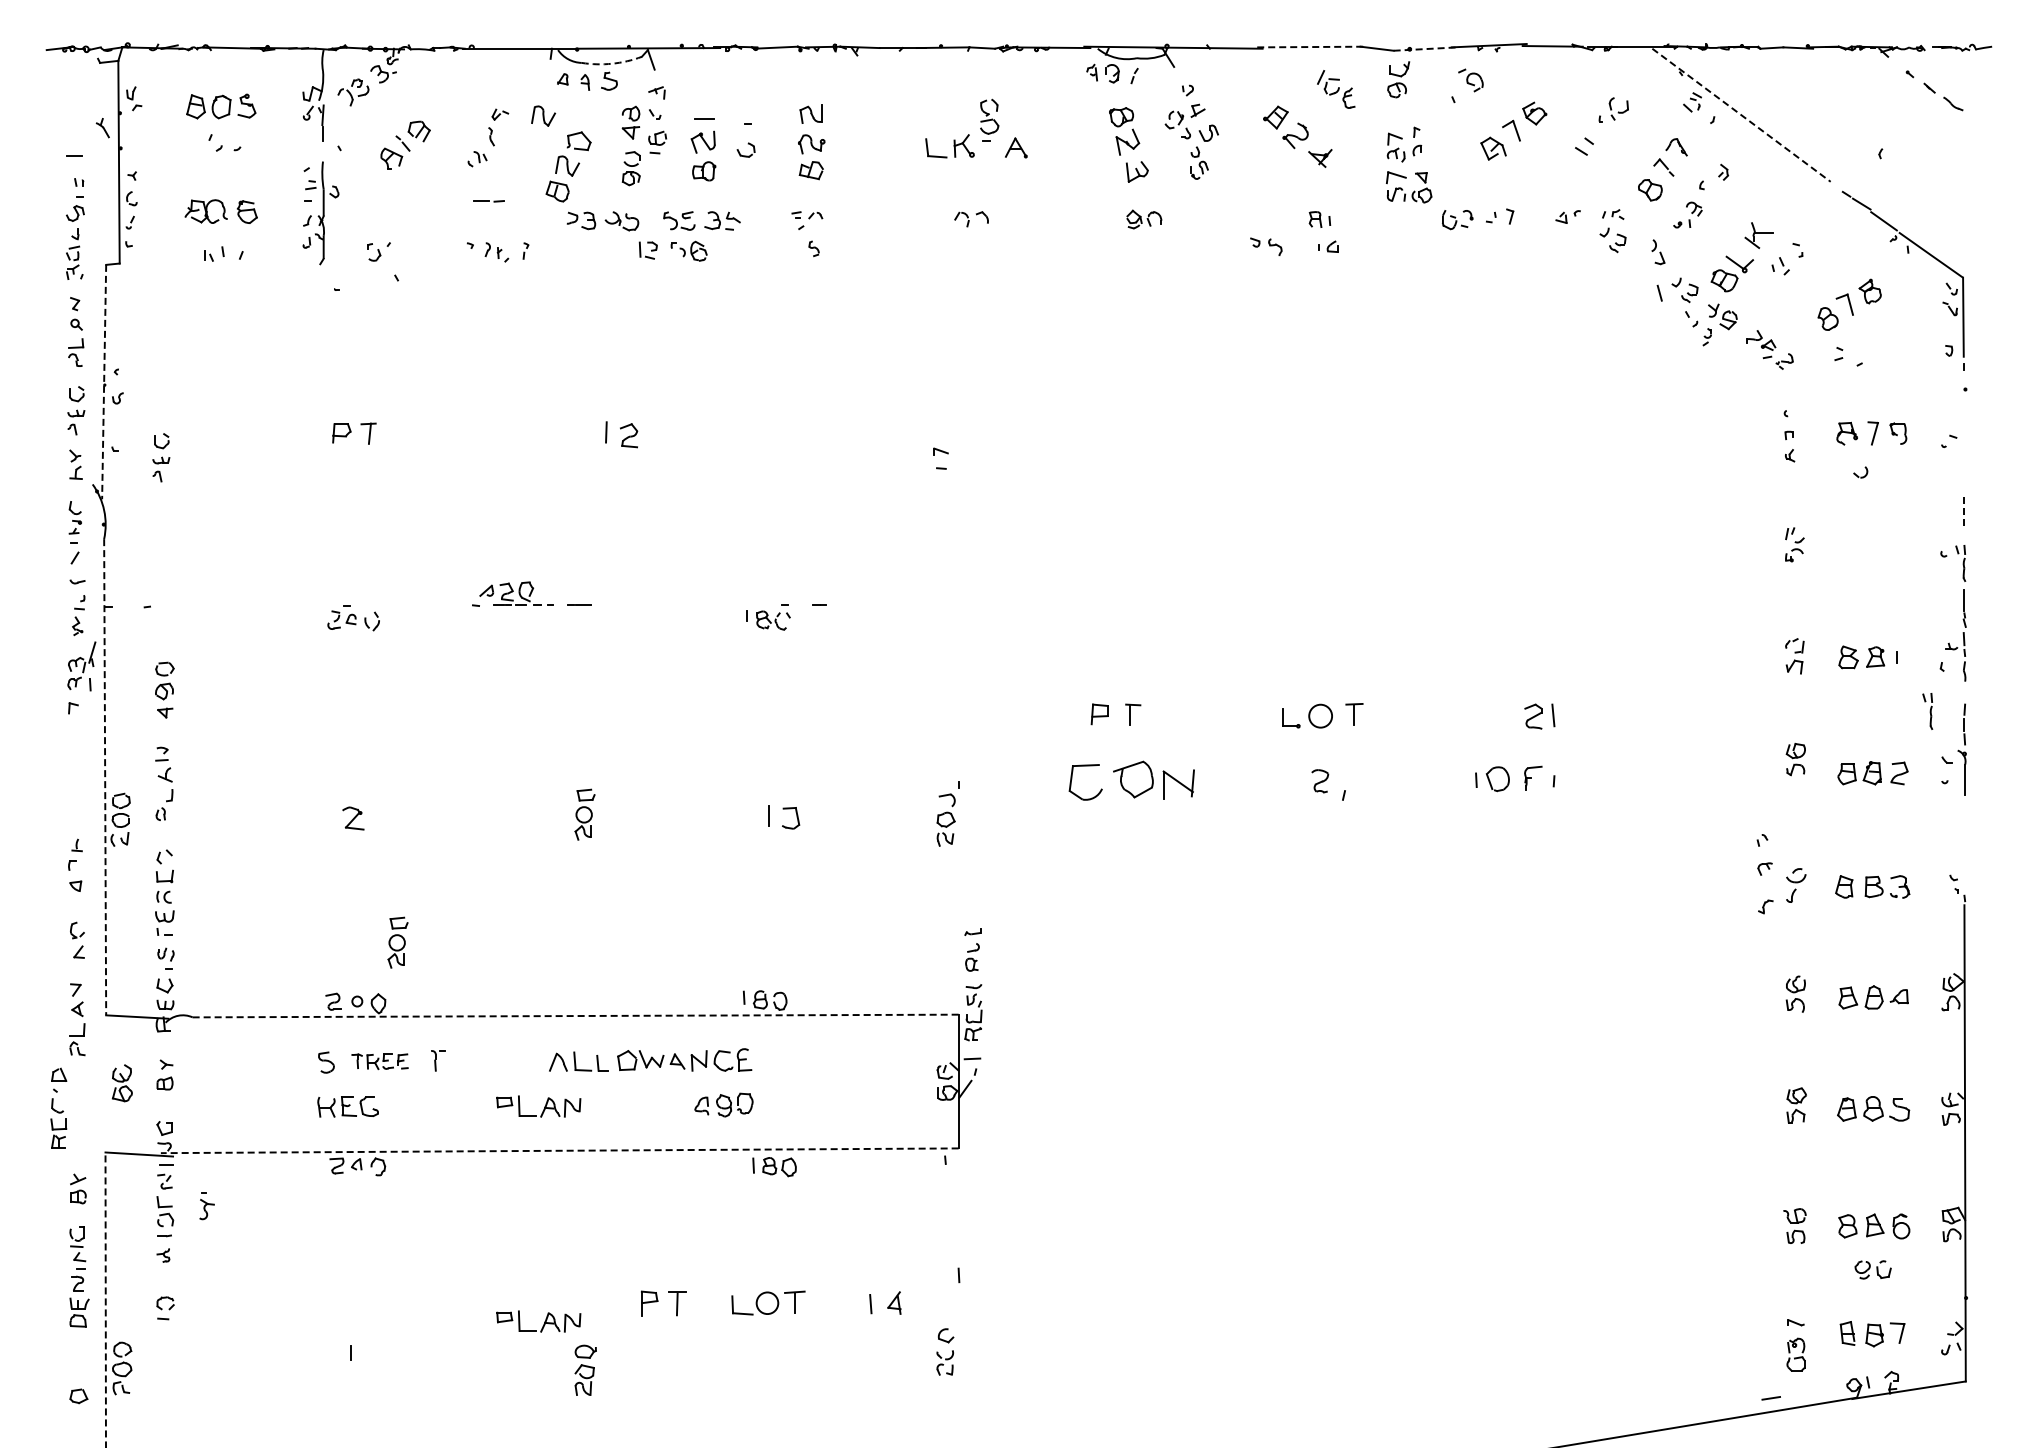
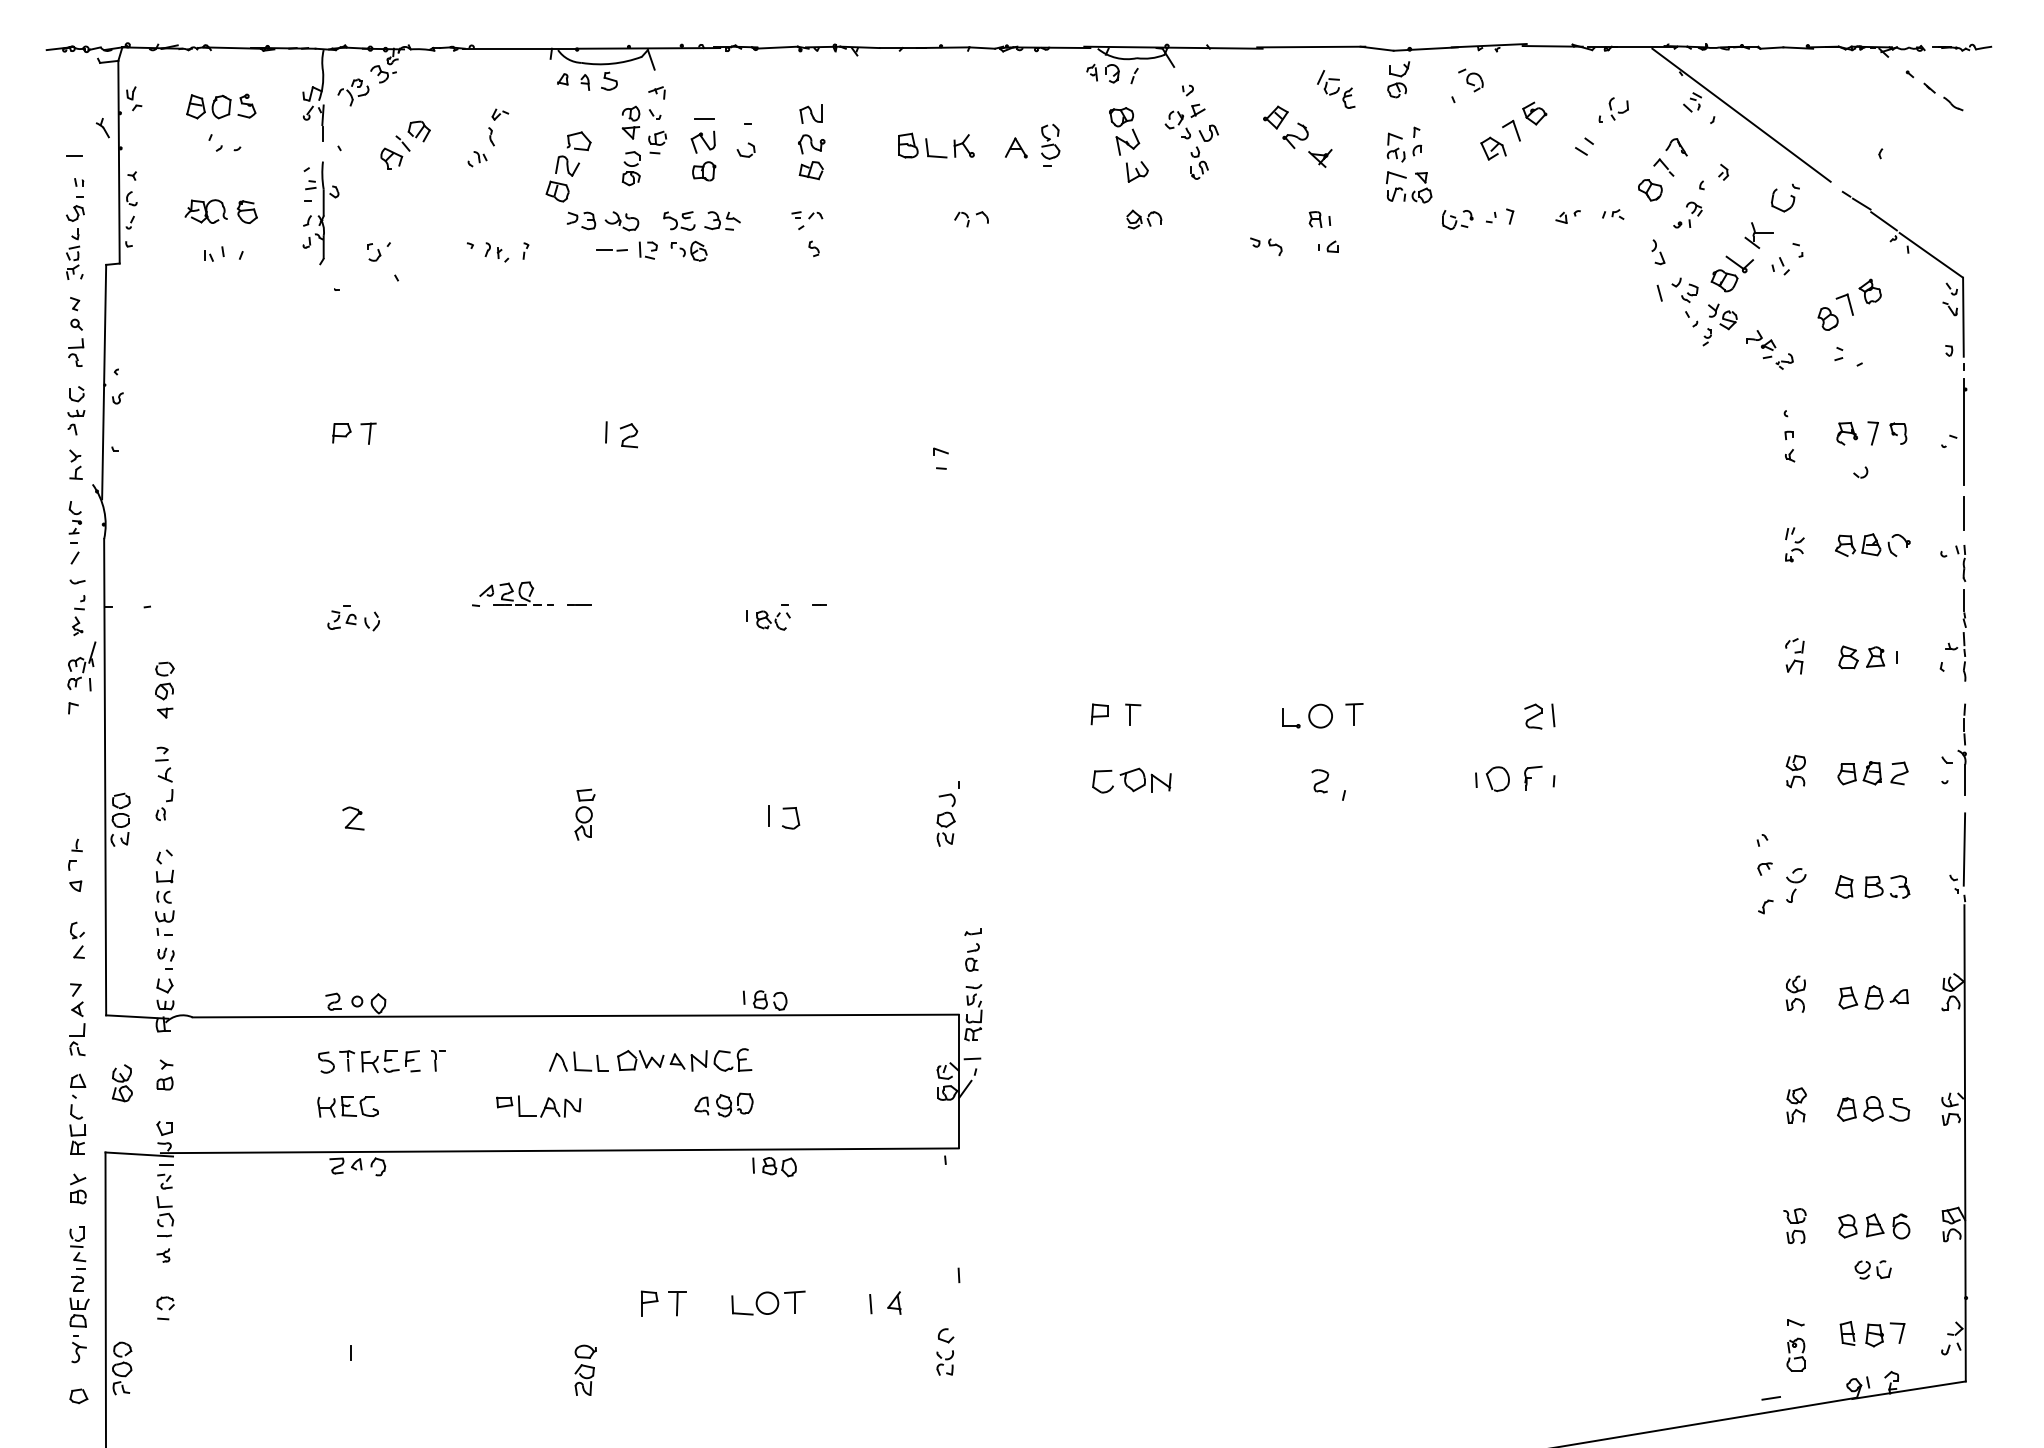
line at (1311, 47): dashed -> solid
line at (1426, 49): dashed -> solid
arc at (612, 63): dashed -> solid
part at (543, 115): present -> none
line at (1741, 115): dashed -> solid
part at (989, 119) position: (989, 119) -> (1050, 144)
part at (908, 145): none -> present
part at (1785, 197): none -> present
line at (488, 201) position: (488, 201) -> (611, 250)
part at (1612, 240): present -> none
line at (104, 382): dashed -> solid
line at (1964, 432): none -> present
part at (161, 457): present -> none
line at (1964, 513): dashed -> solid
part at (1872, 545): none -> present
part at (1927, 711): present -> none
part at (1795, 759) position: (1795, 759) -> (1795, 771)
line at (105, 777): dashed -> solid
part at (1131, 780) size: 127x41 px -> 80x27 px
line at (1964, 849): none -> present
part at (397, 942): present -> none
line at (576, 1016): dashed -> solid
part at (379, 1061) size: 58x18 px -> 82x24 px
part at (58, 1107) position: (58, 1107) -> (77, 1113)
line at (559, 1150): dashed -> solid
part at (206, 1206) position: (206, 1206) -> (78, 1349)
line at (105, 1299): dashed -> solid
part at (538, 1321): present -> none
